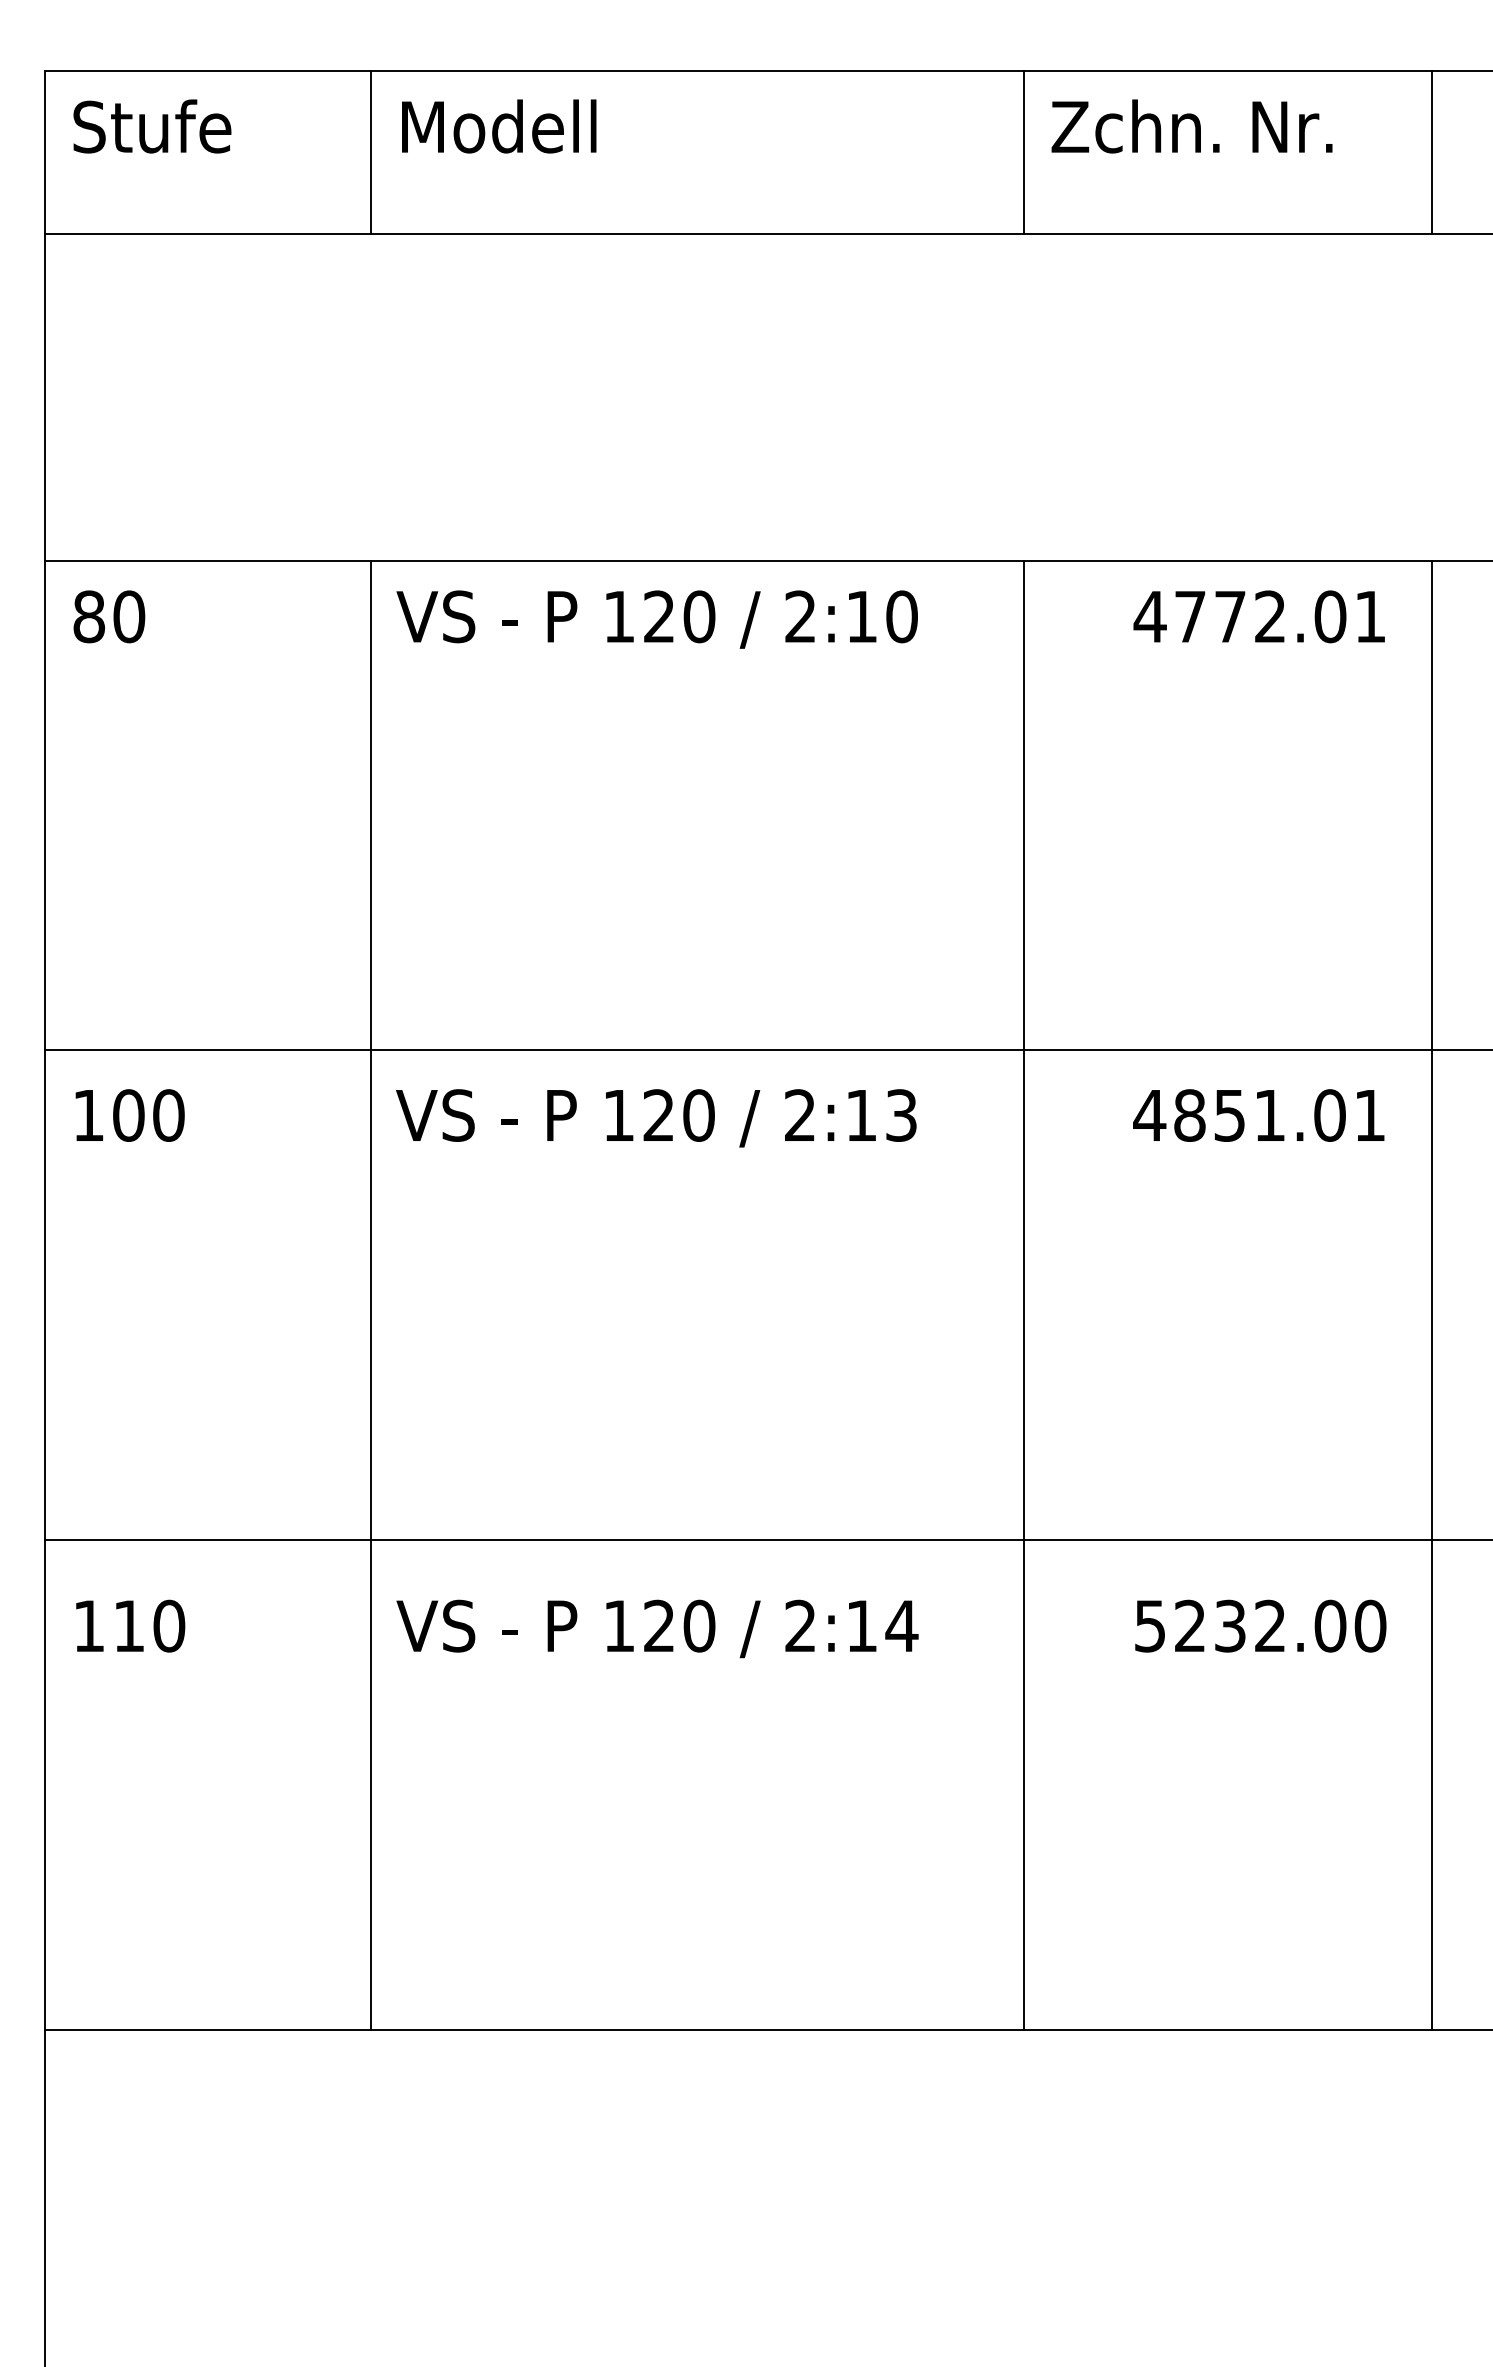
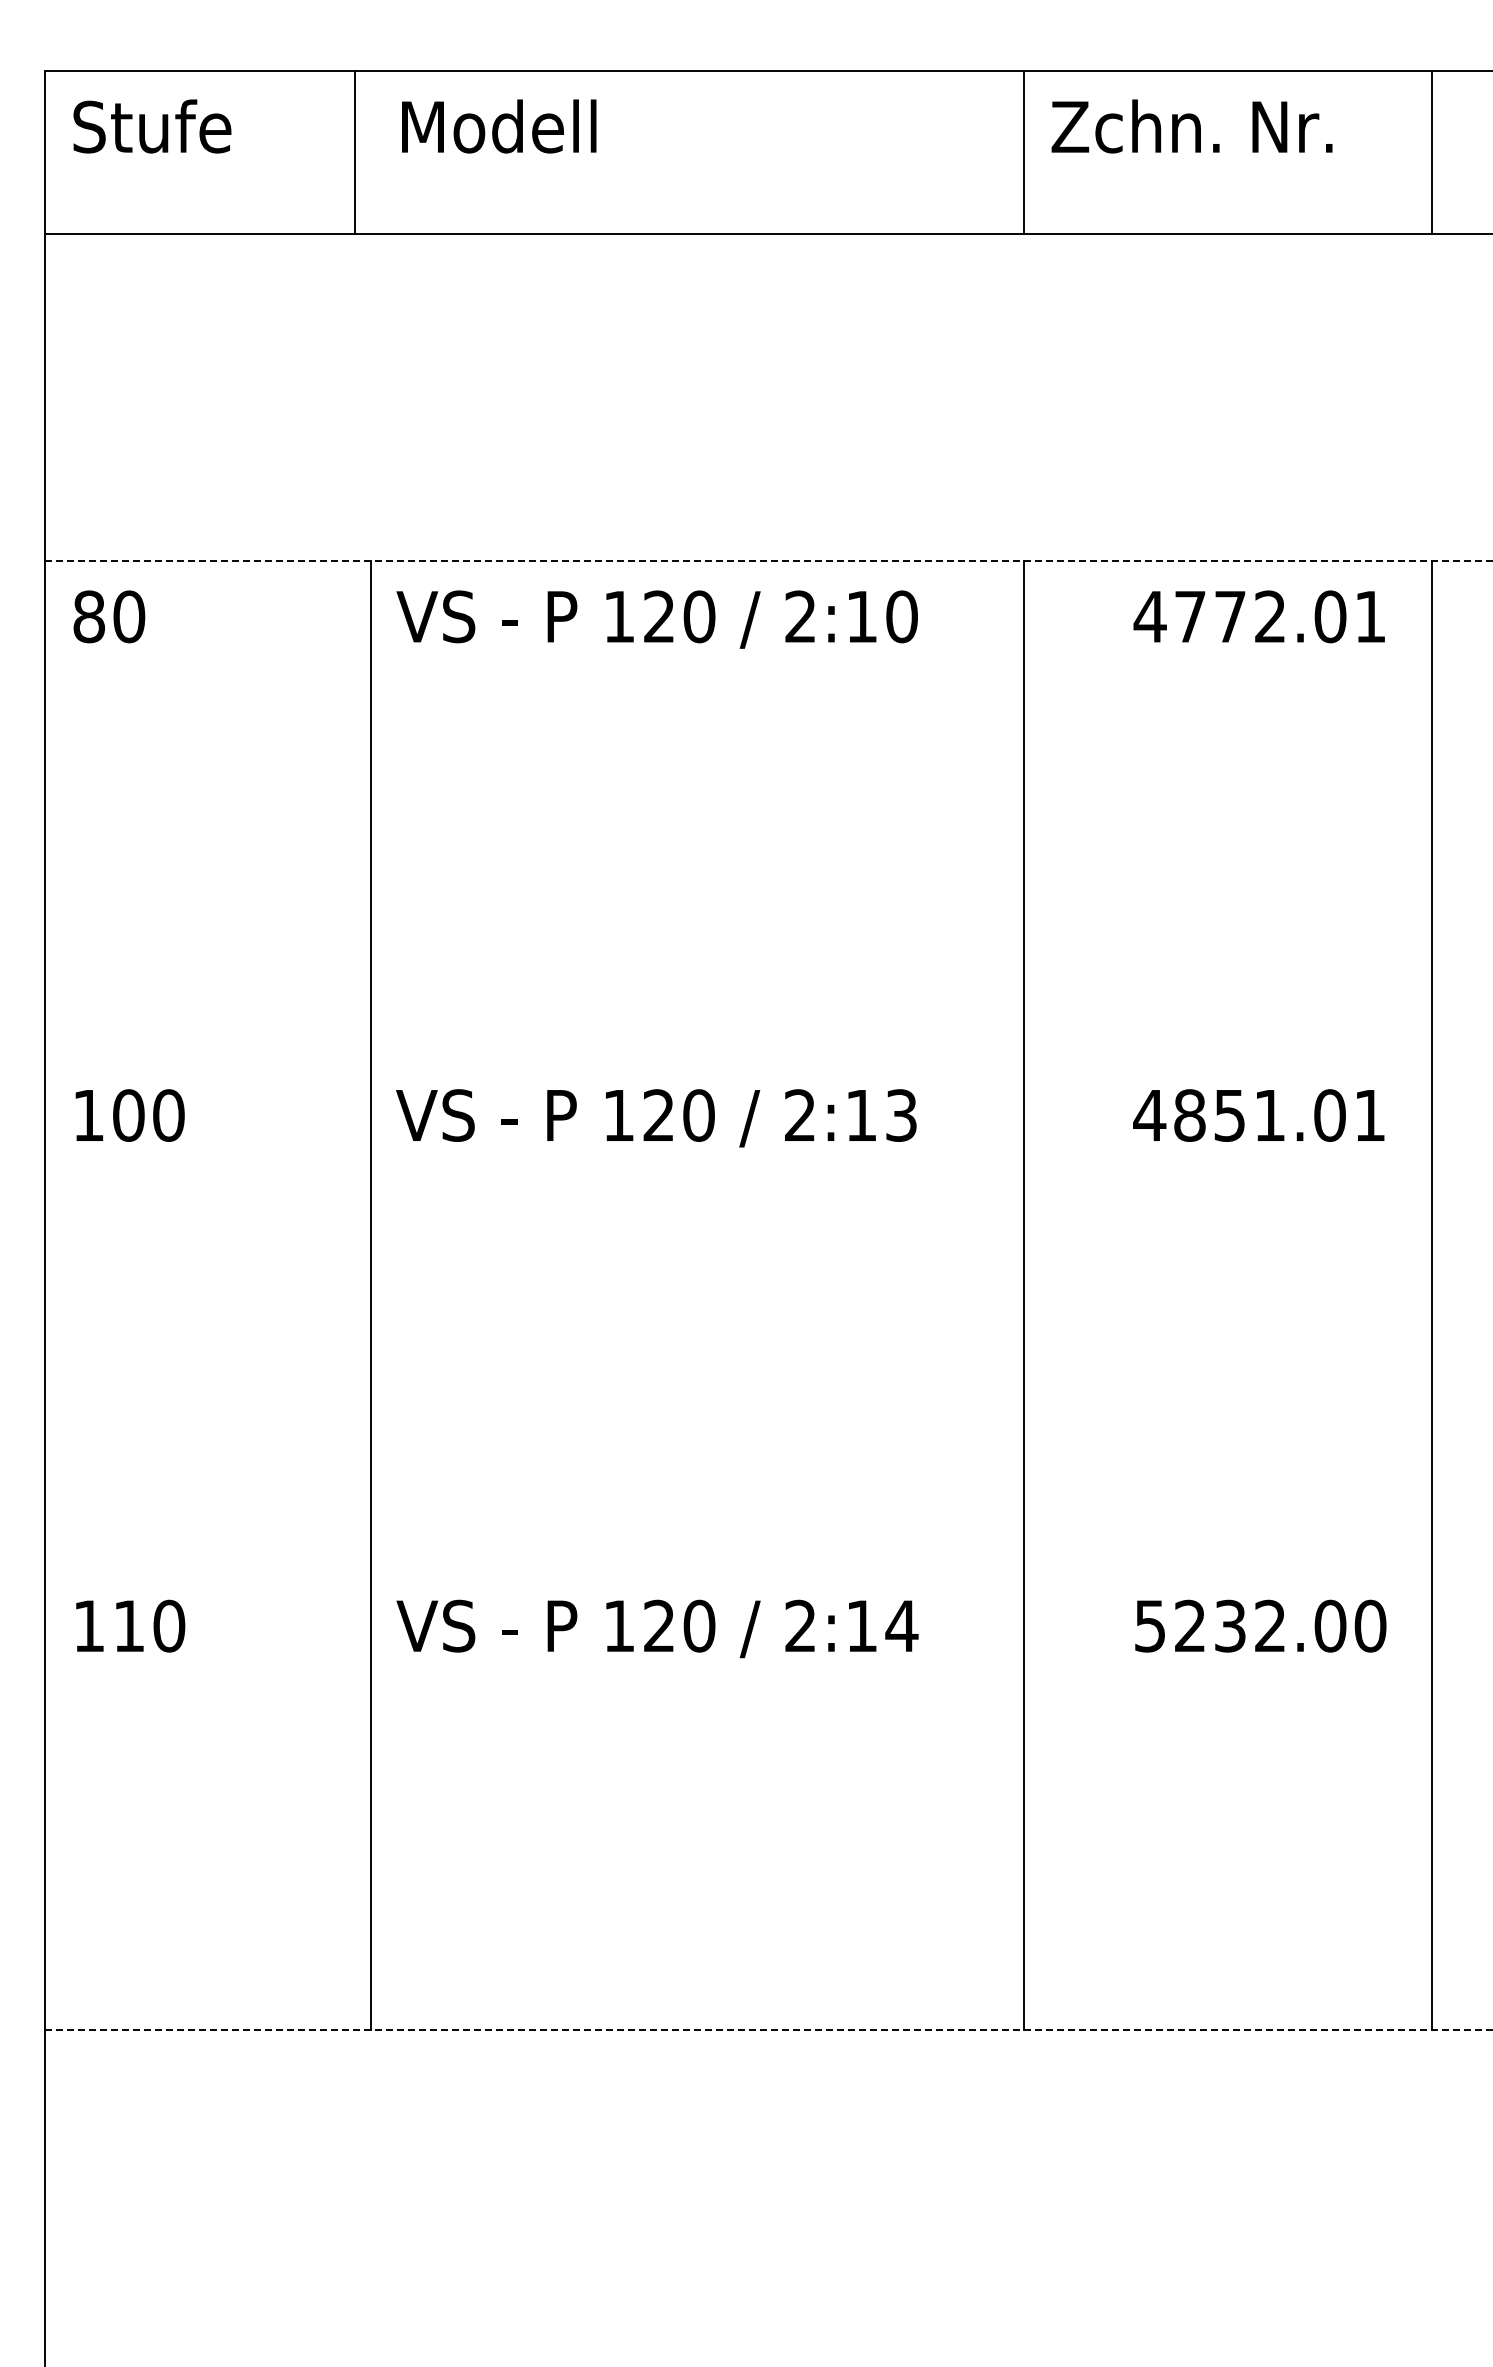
line at (371, 152) position: (371, 152) -> (355, 152)
line at (768, 560): solid -> dashed
line at (766, 1050): present -> none
line at (766, 1540): present -> none
line at (768, 2029): solid -> dashed
